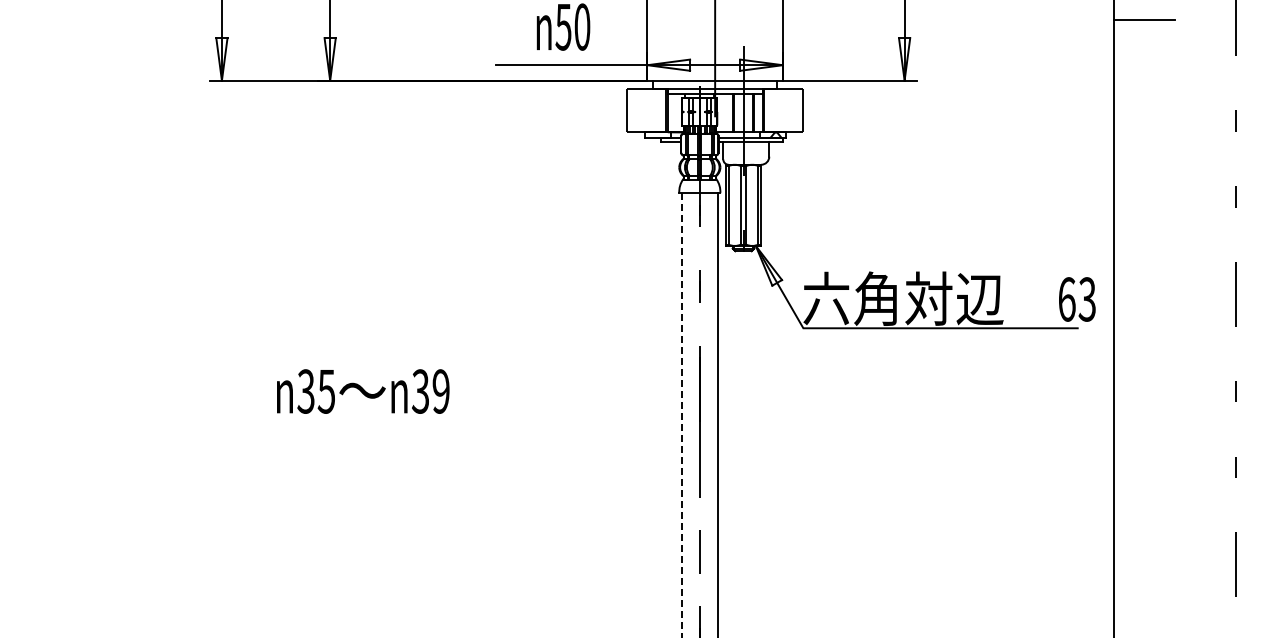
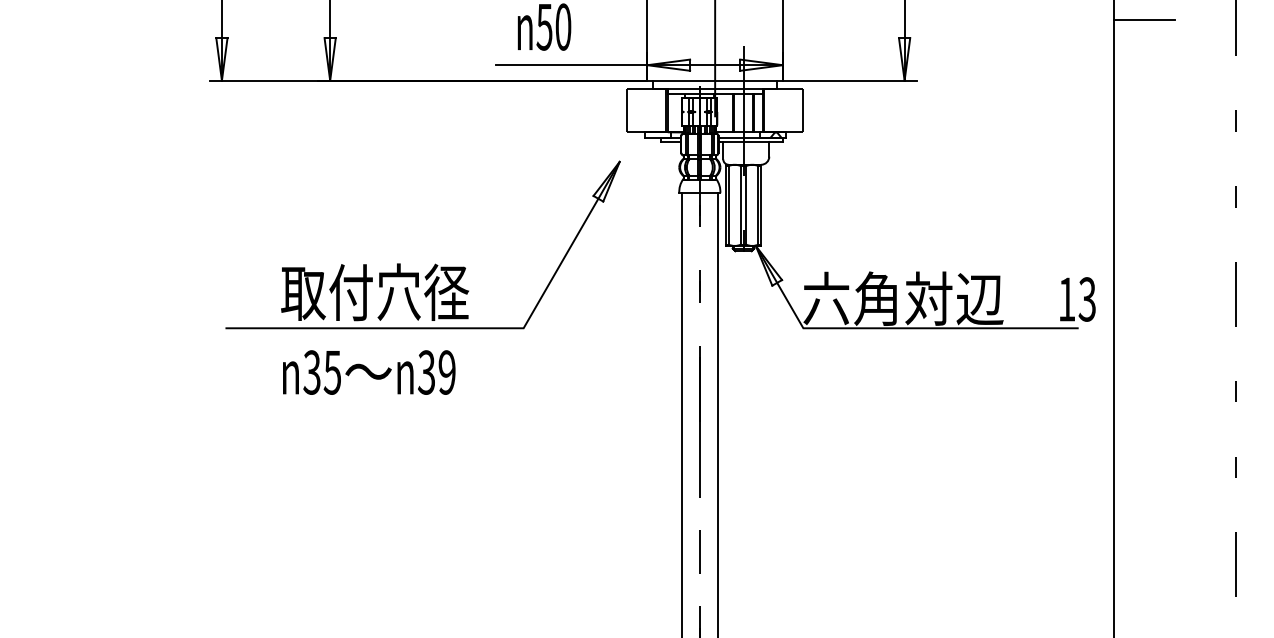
text at (563, 26) position: (563, 26) -> (544, 26)
part at (435, 263): none -> present
text at (1067, 299): 63 -> 13
text at (363, 391) position: (363, 391) -> (369, 372)
line at (681, 416): dashed -> solid
